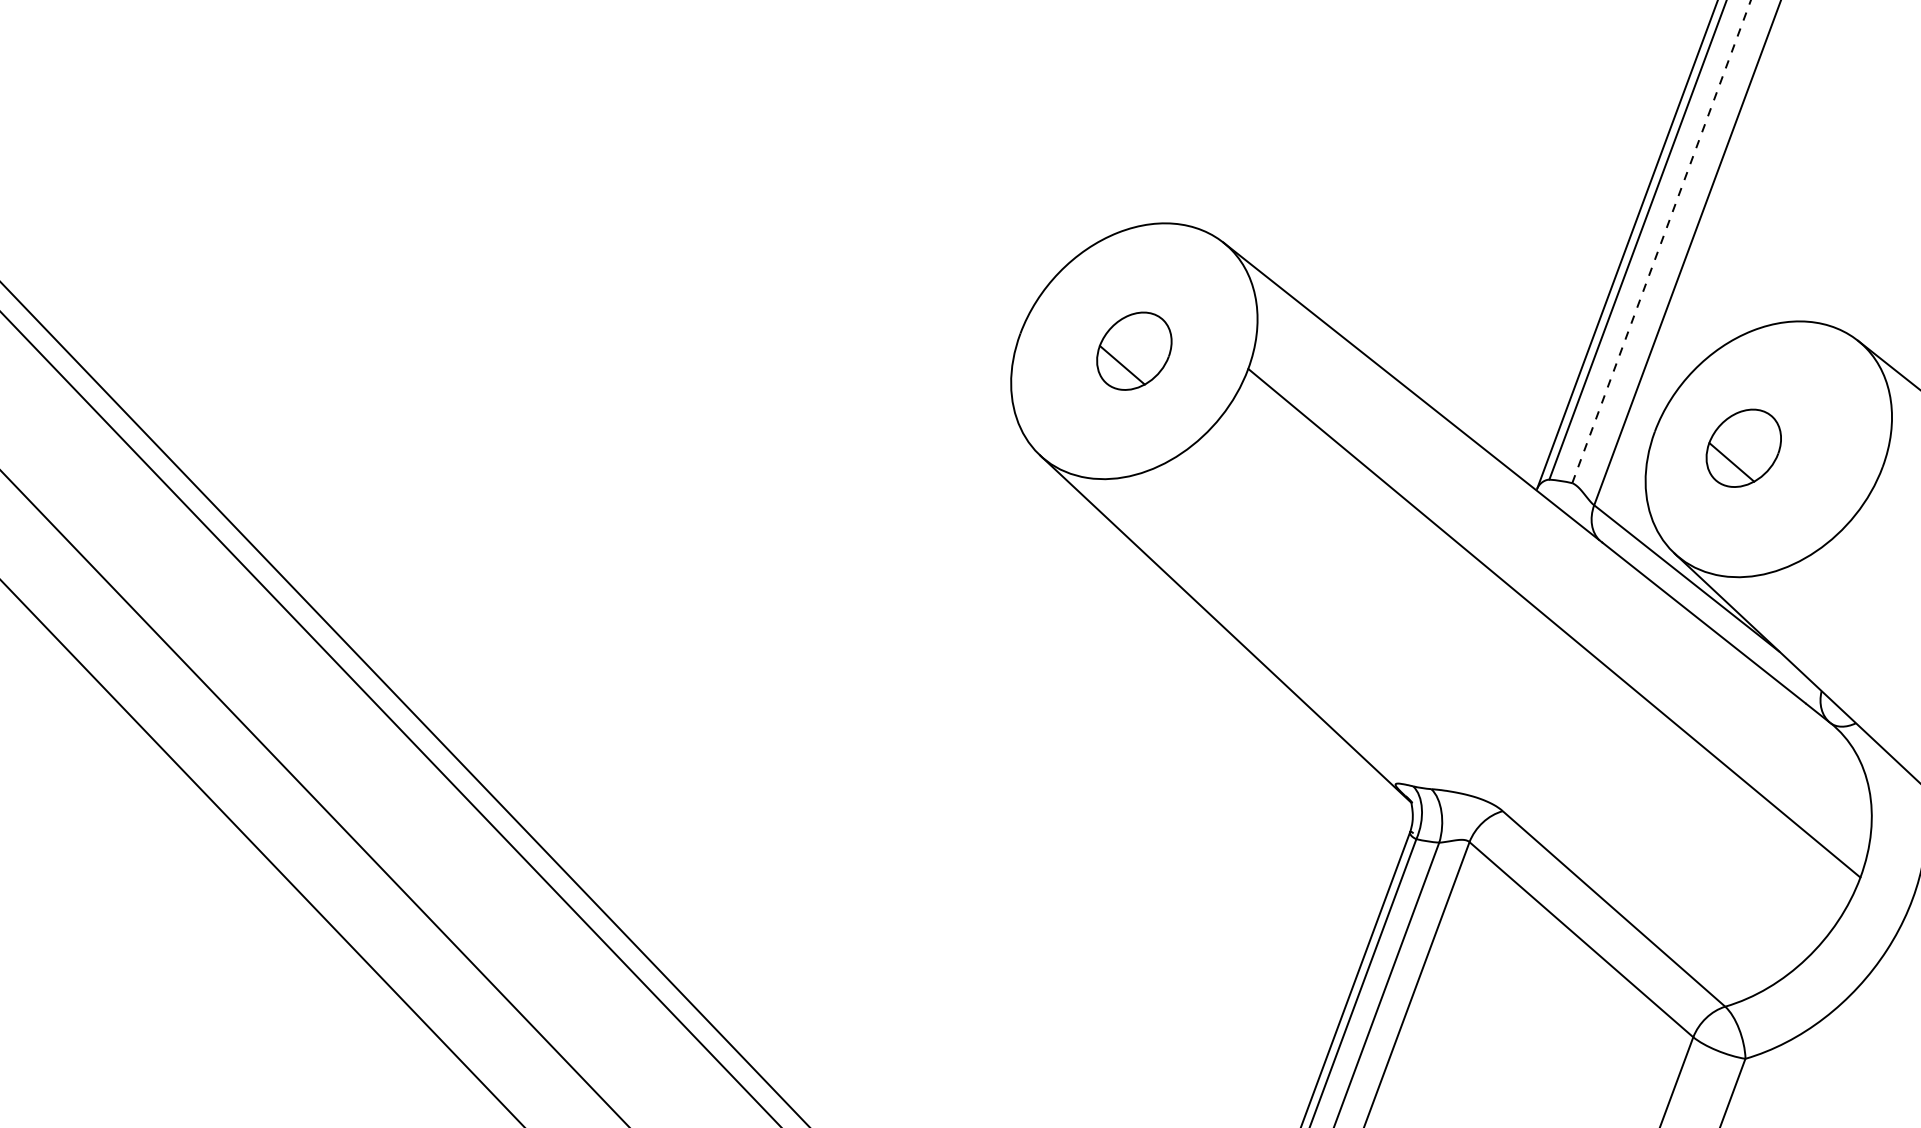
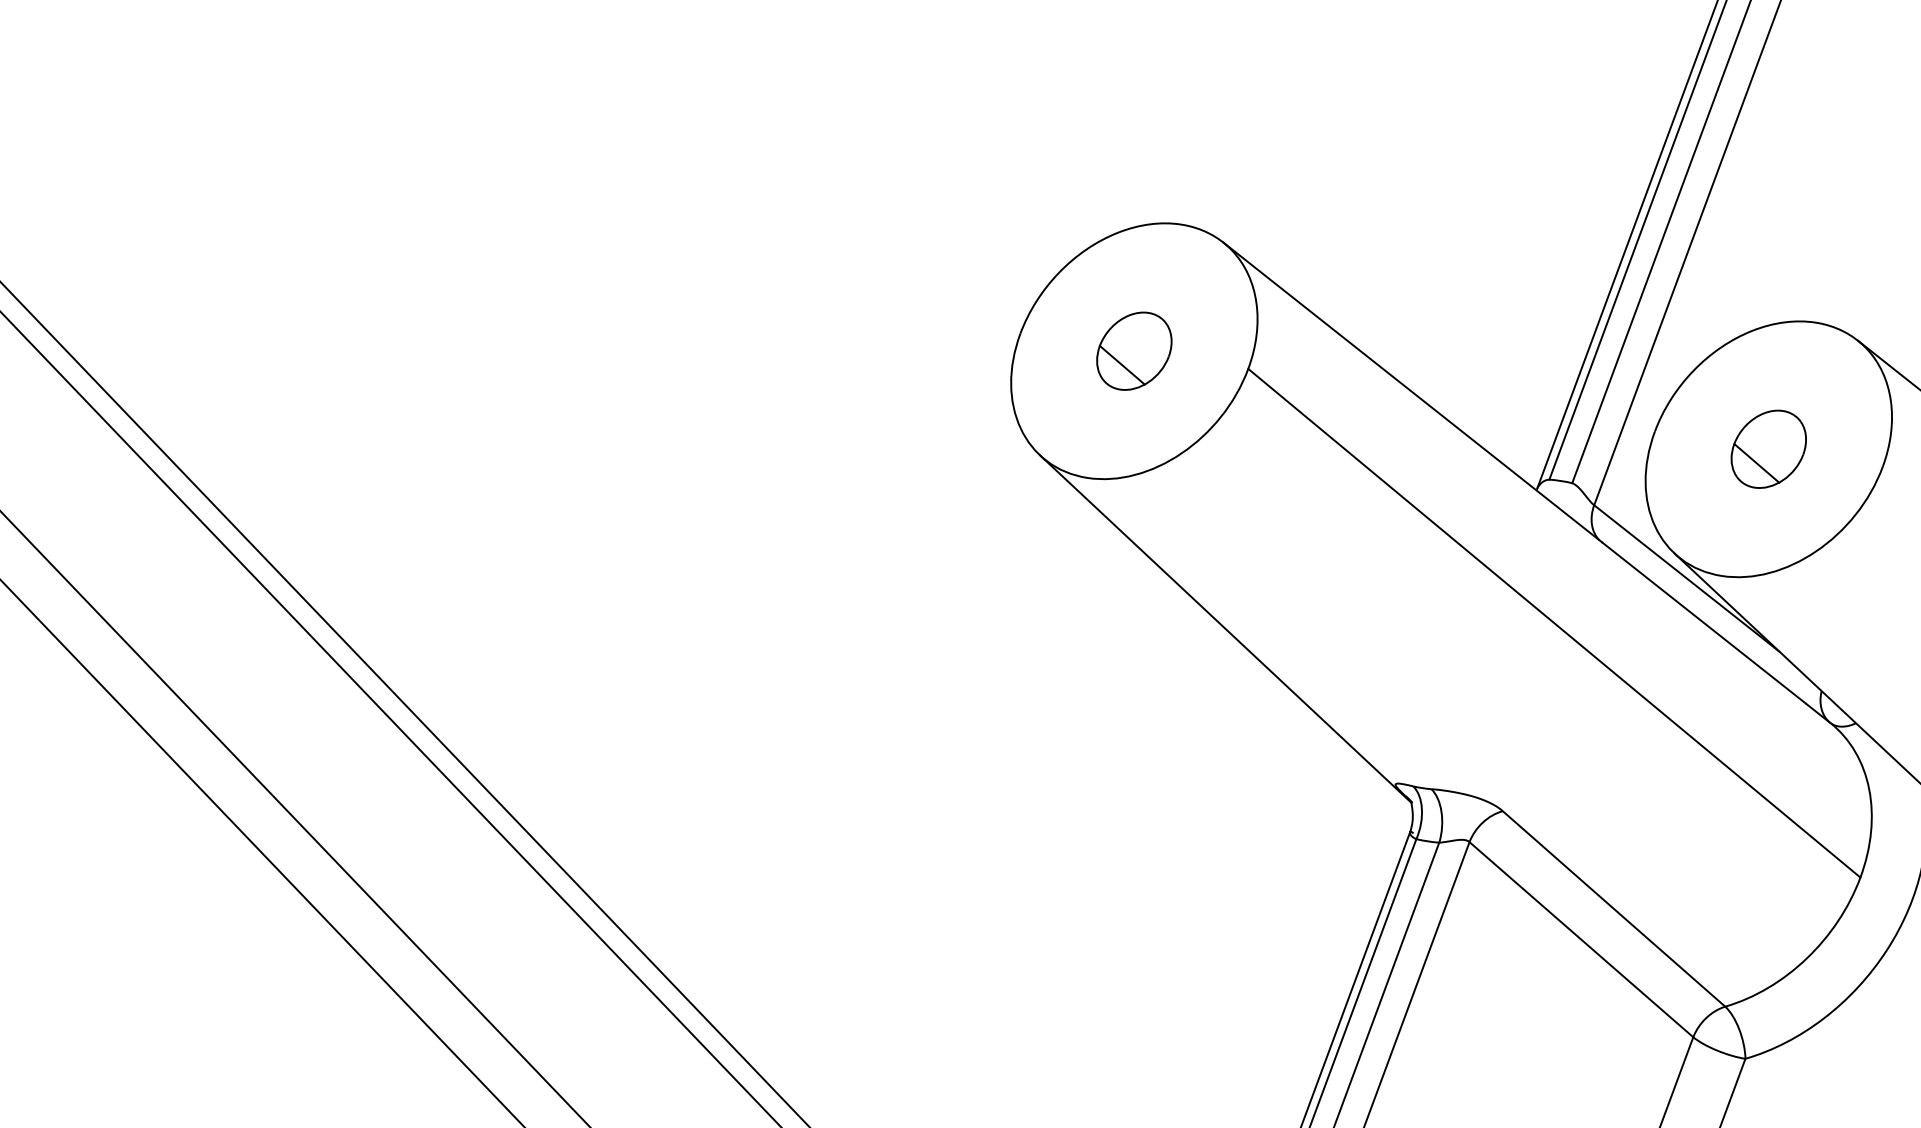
line at (1661, 241): dashed -> solid
part at (1743, 447) position: (1743, 447) -> (1768, 448)
line at (314, 798) position: (314, 798) -> (294, 818)
